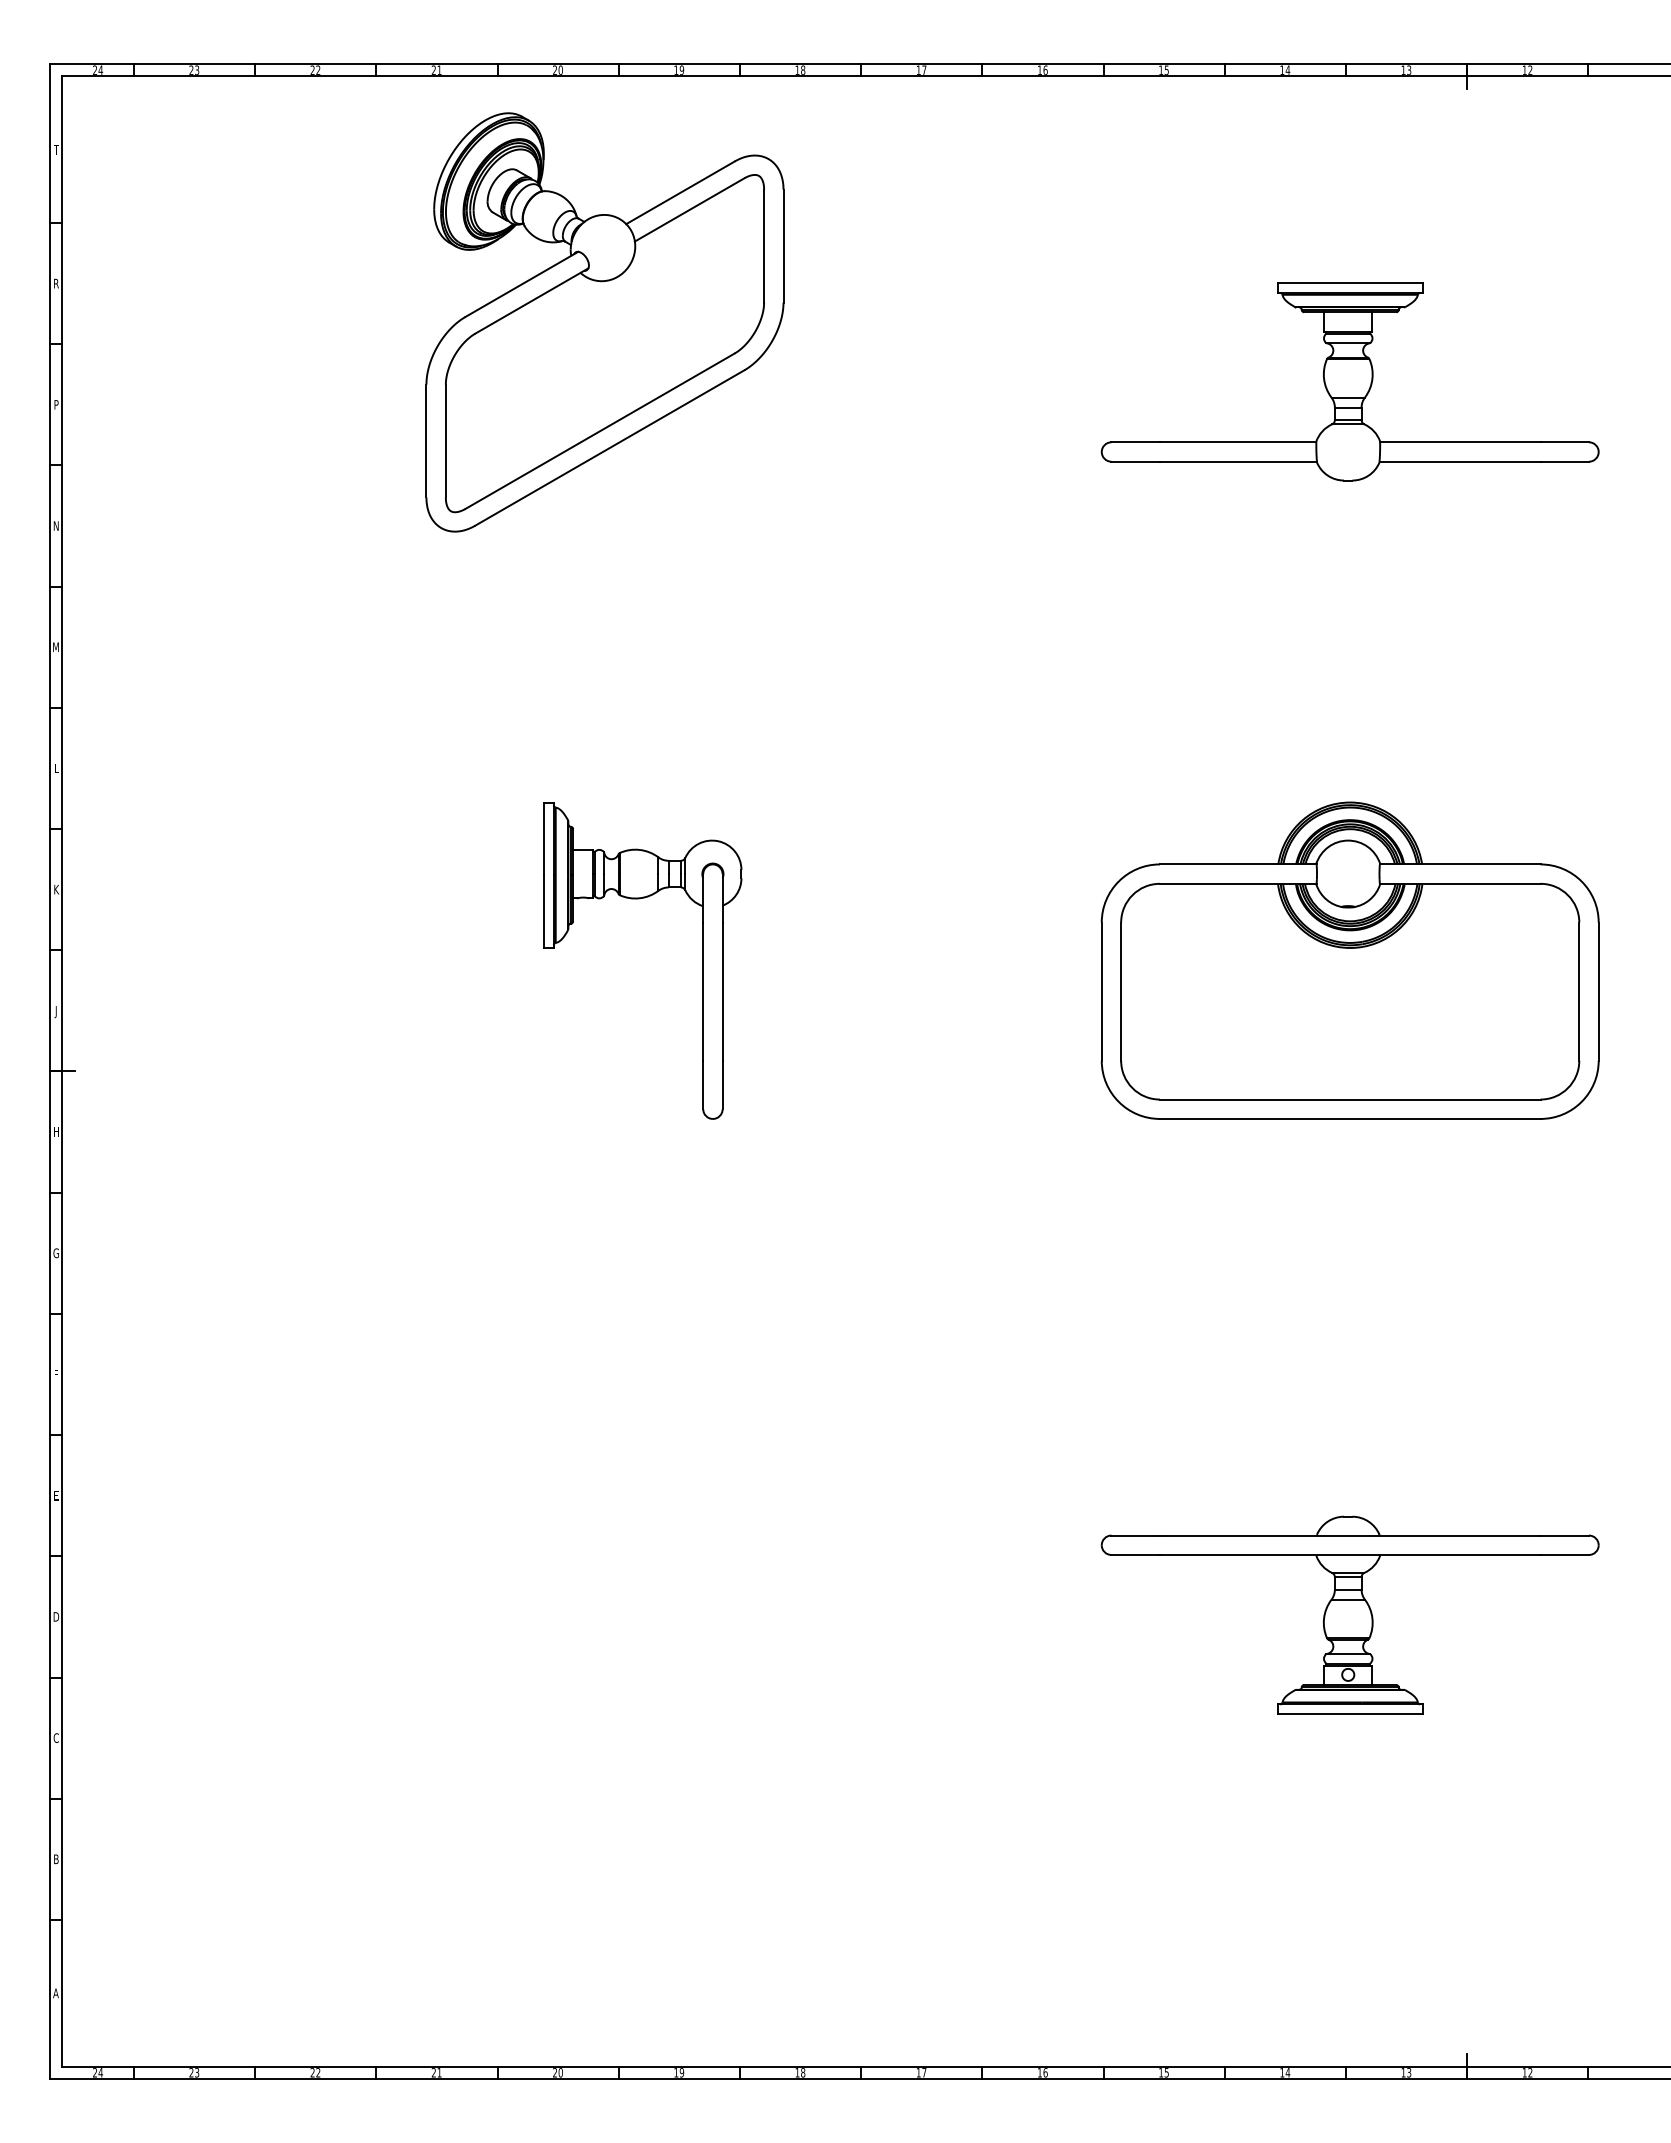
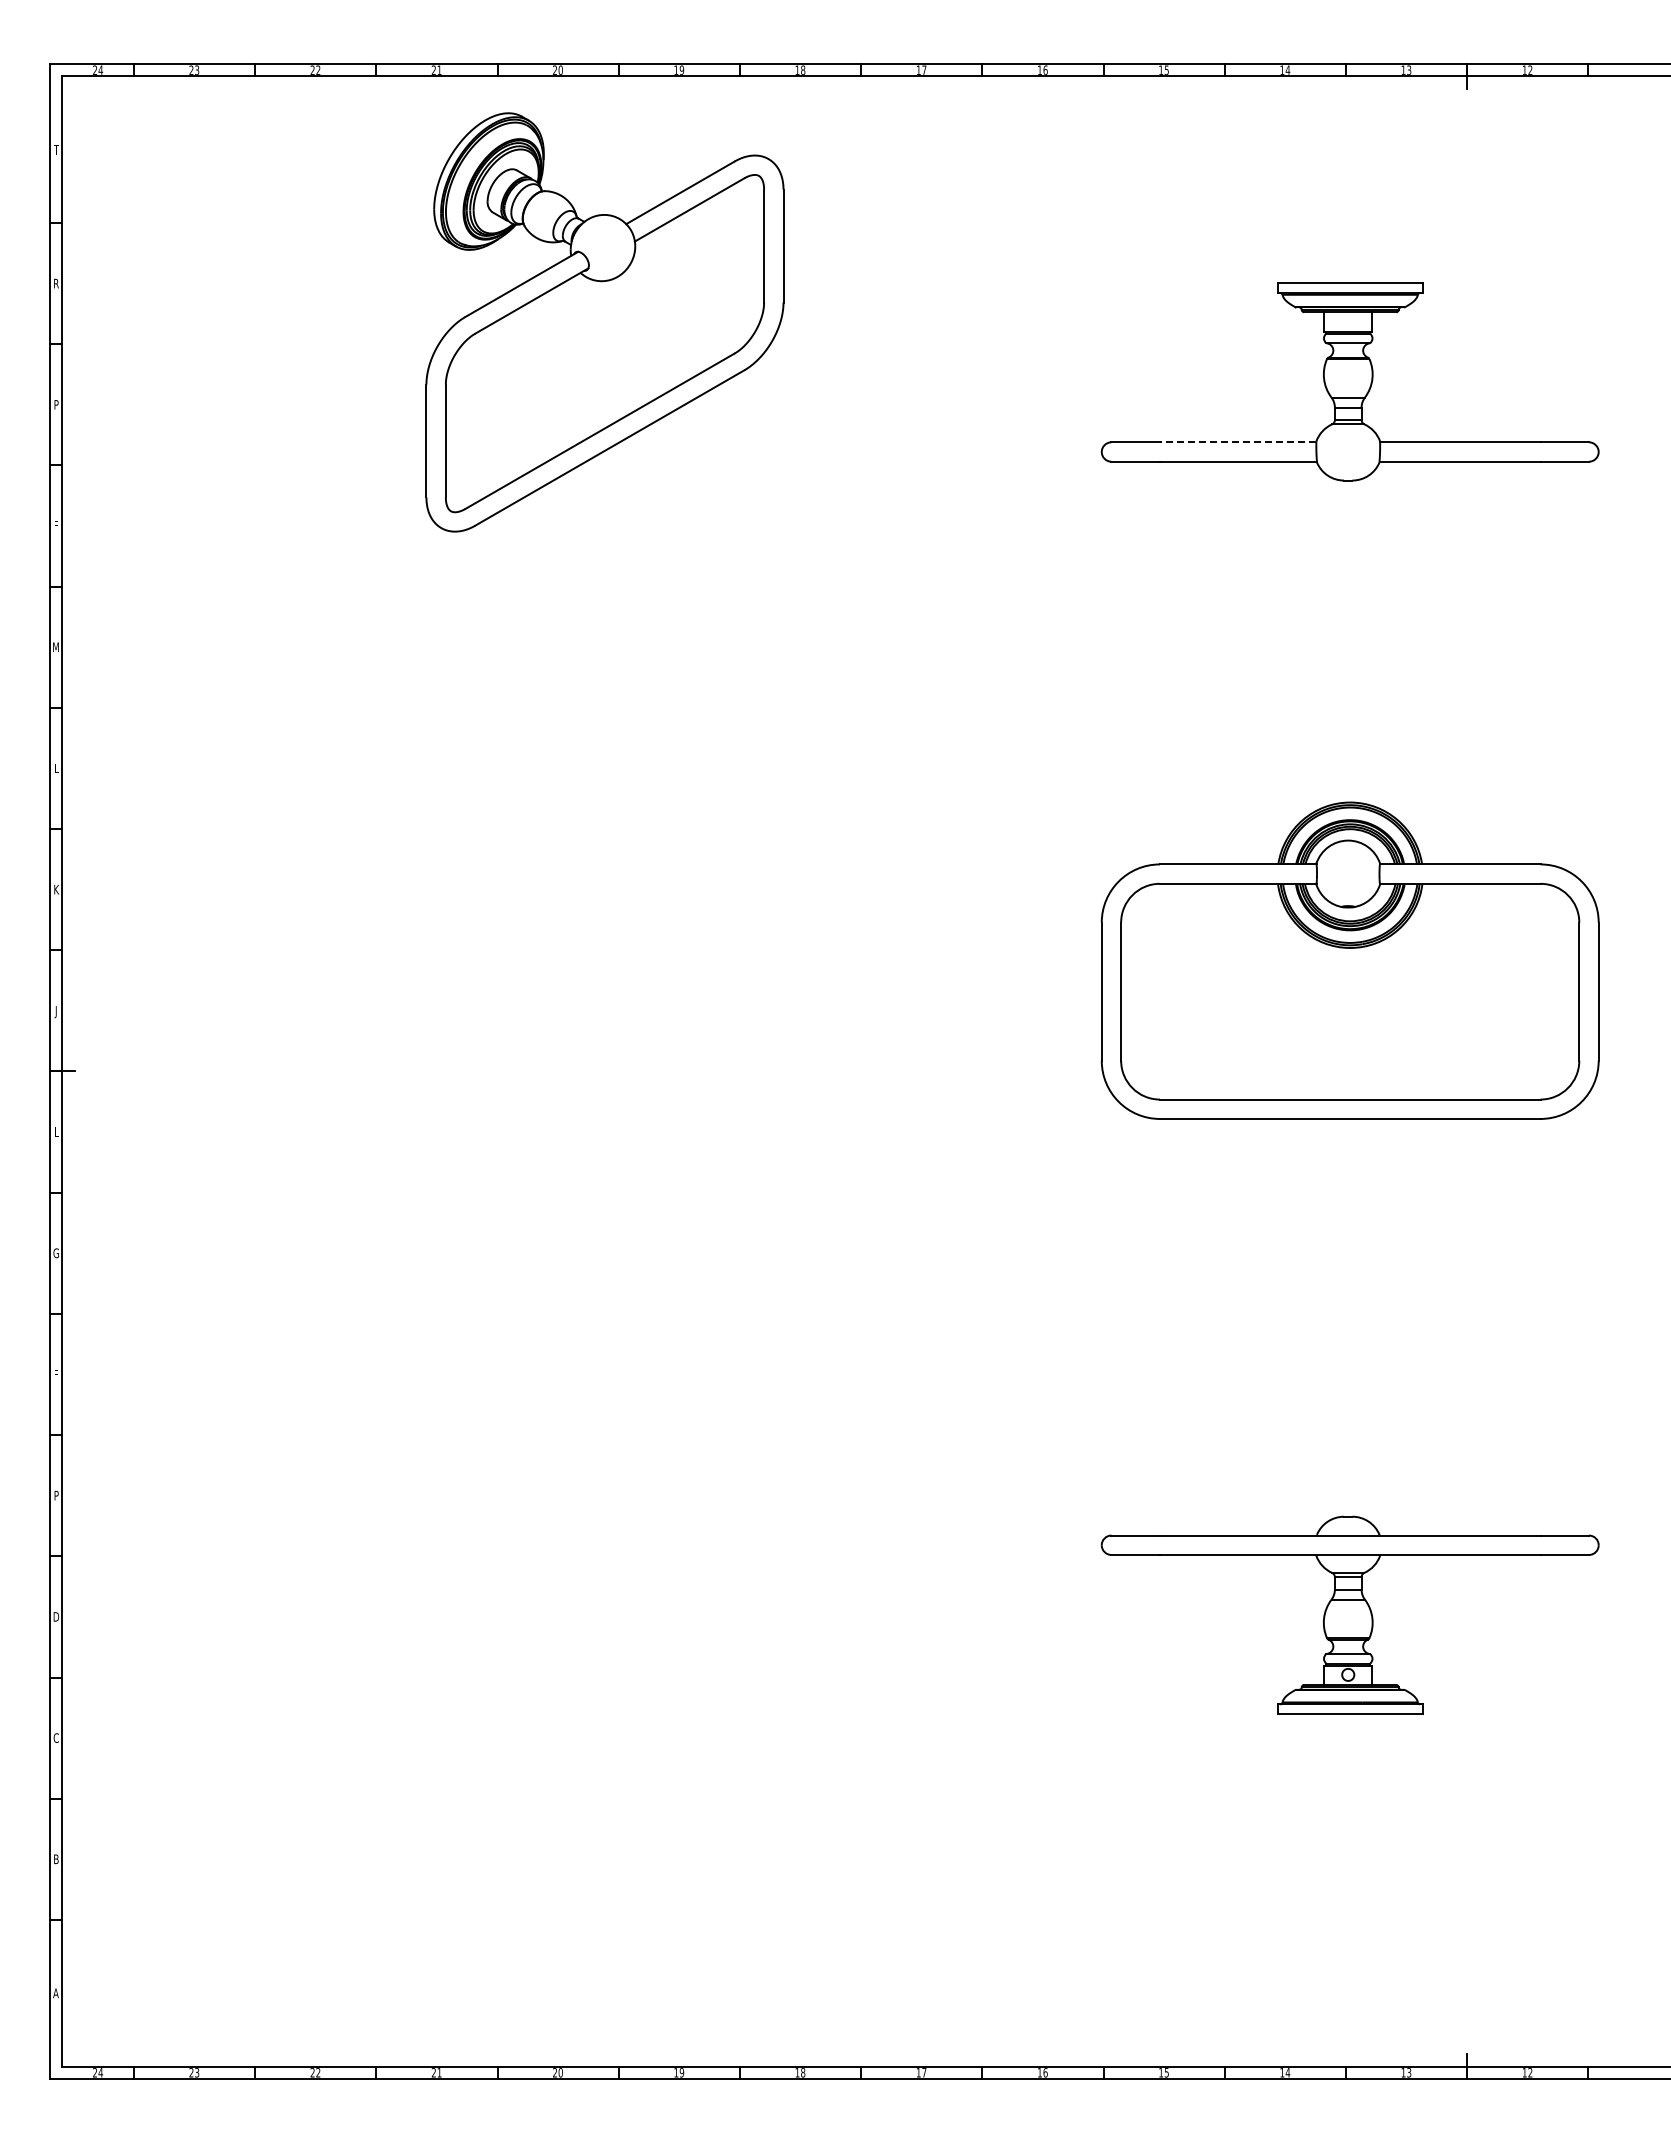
line at (1237, 442): solid -> dashed
text at (55, 525): N -> F
part at (702, 960): present -> none
text at (56, 1131): H -> L
text at (56, 1495): E -> P
